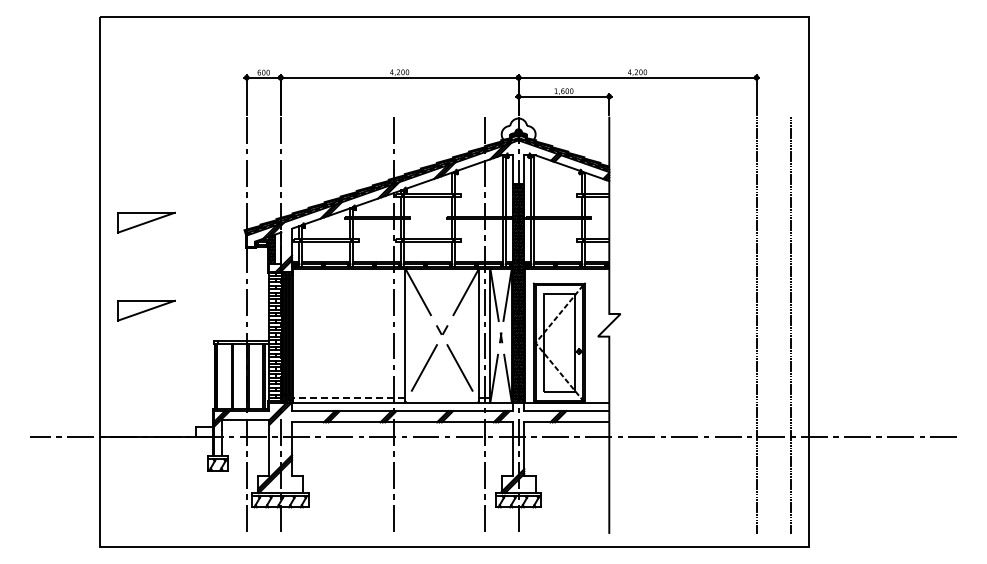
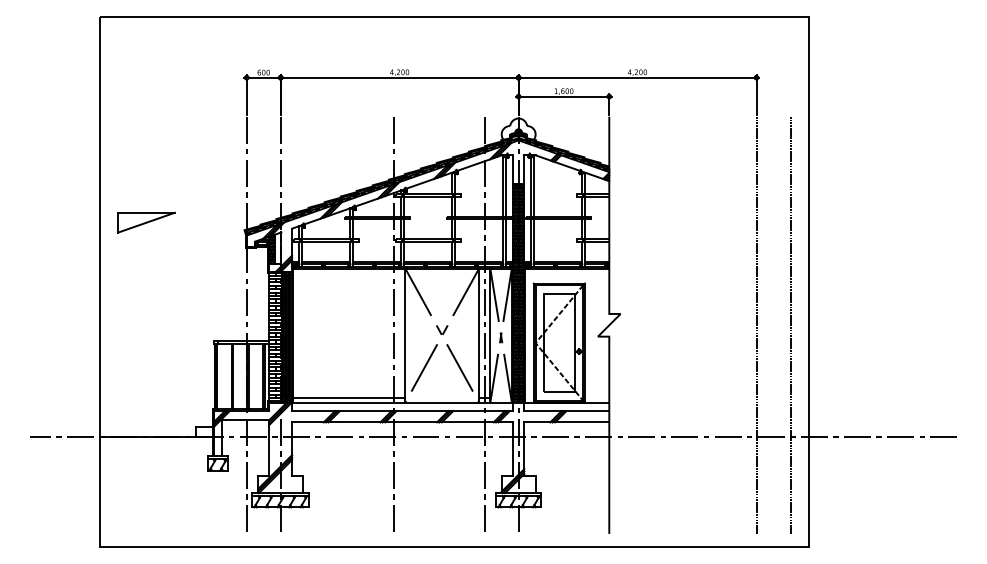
part at (146, 310): present -> none
line at (348, 398): dashed -> solid
